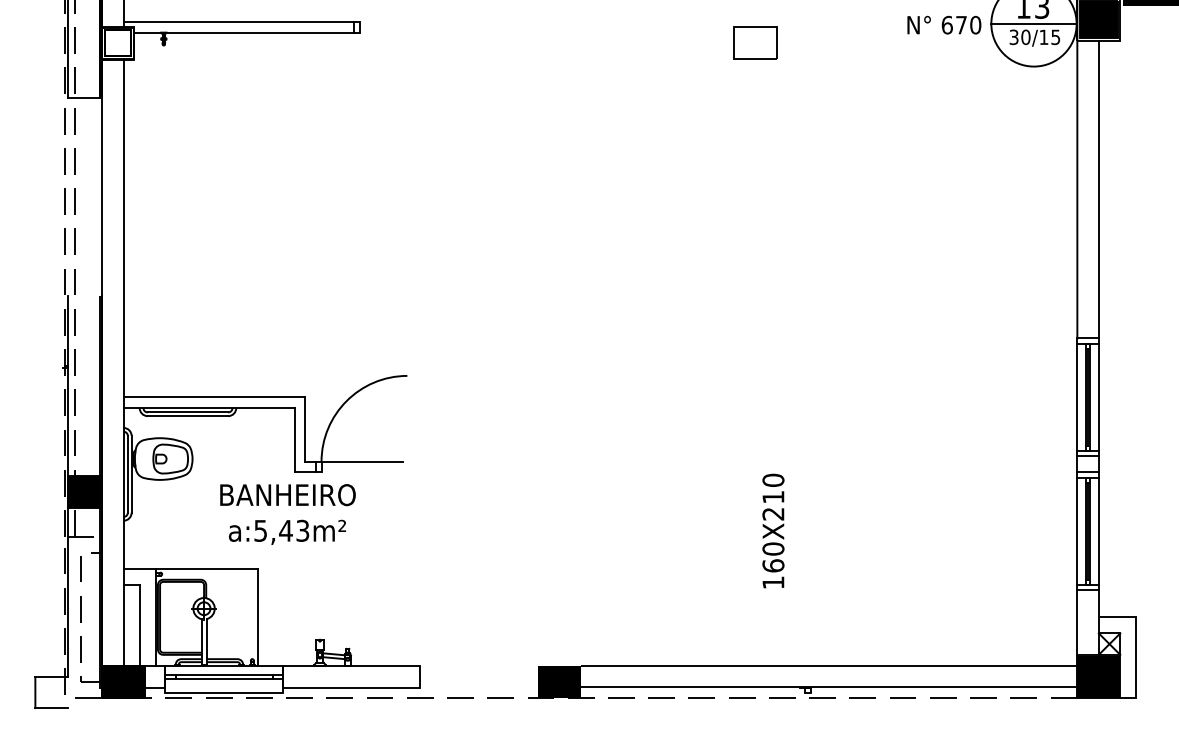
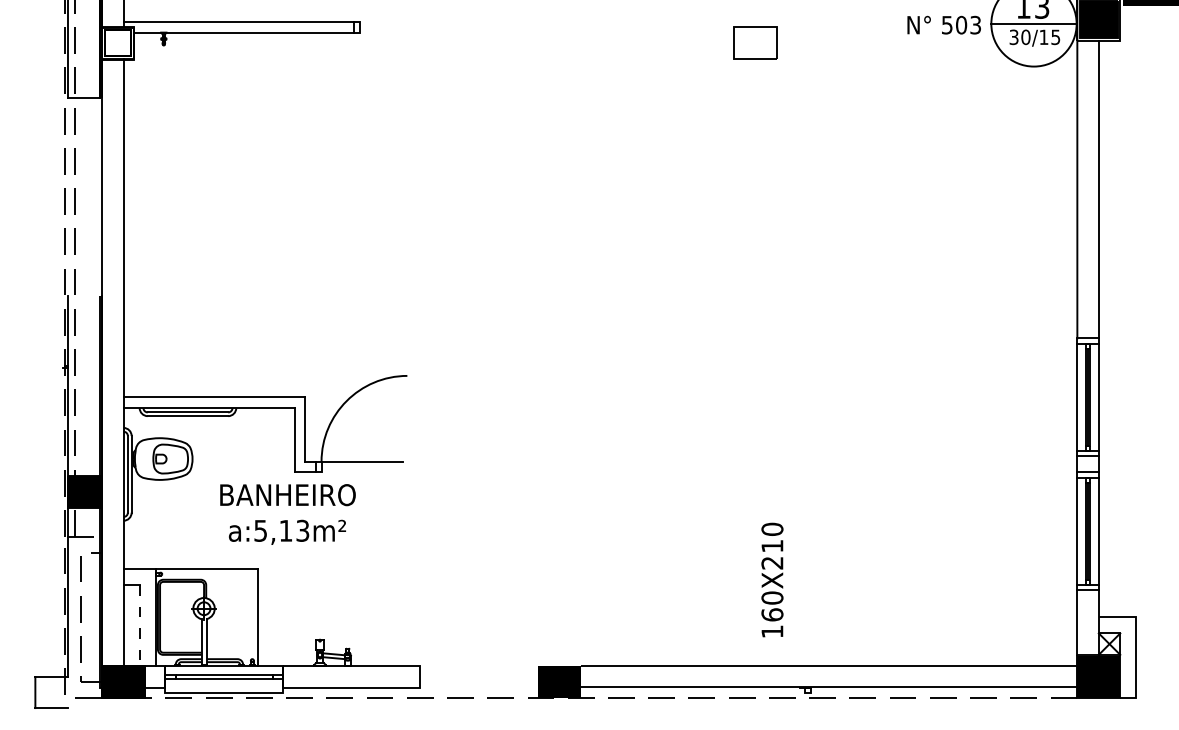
text at (961, 24): 670 -> 503
text at (285, 530): a:5,43m² -> a:5,13m²
text at (773, 530) position: (773, 530) -> (772, 579)
line at (139, 625): solid -> dashed
